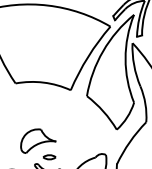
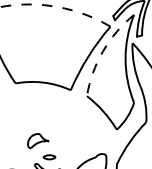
arc at (56, 6): solid -> dashed
arc at (103, 51): solid -> dashed
part at (38, 140) size: 37x26 px -> 23x17 px
